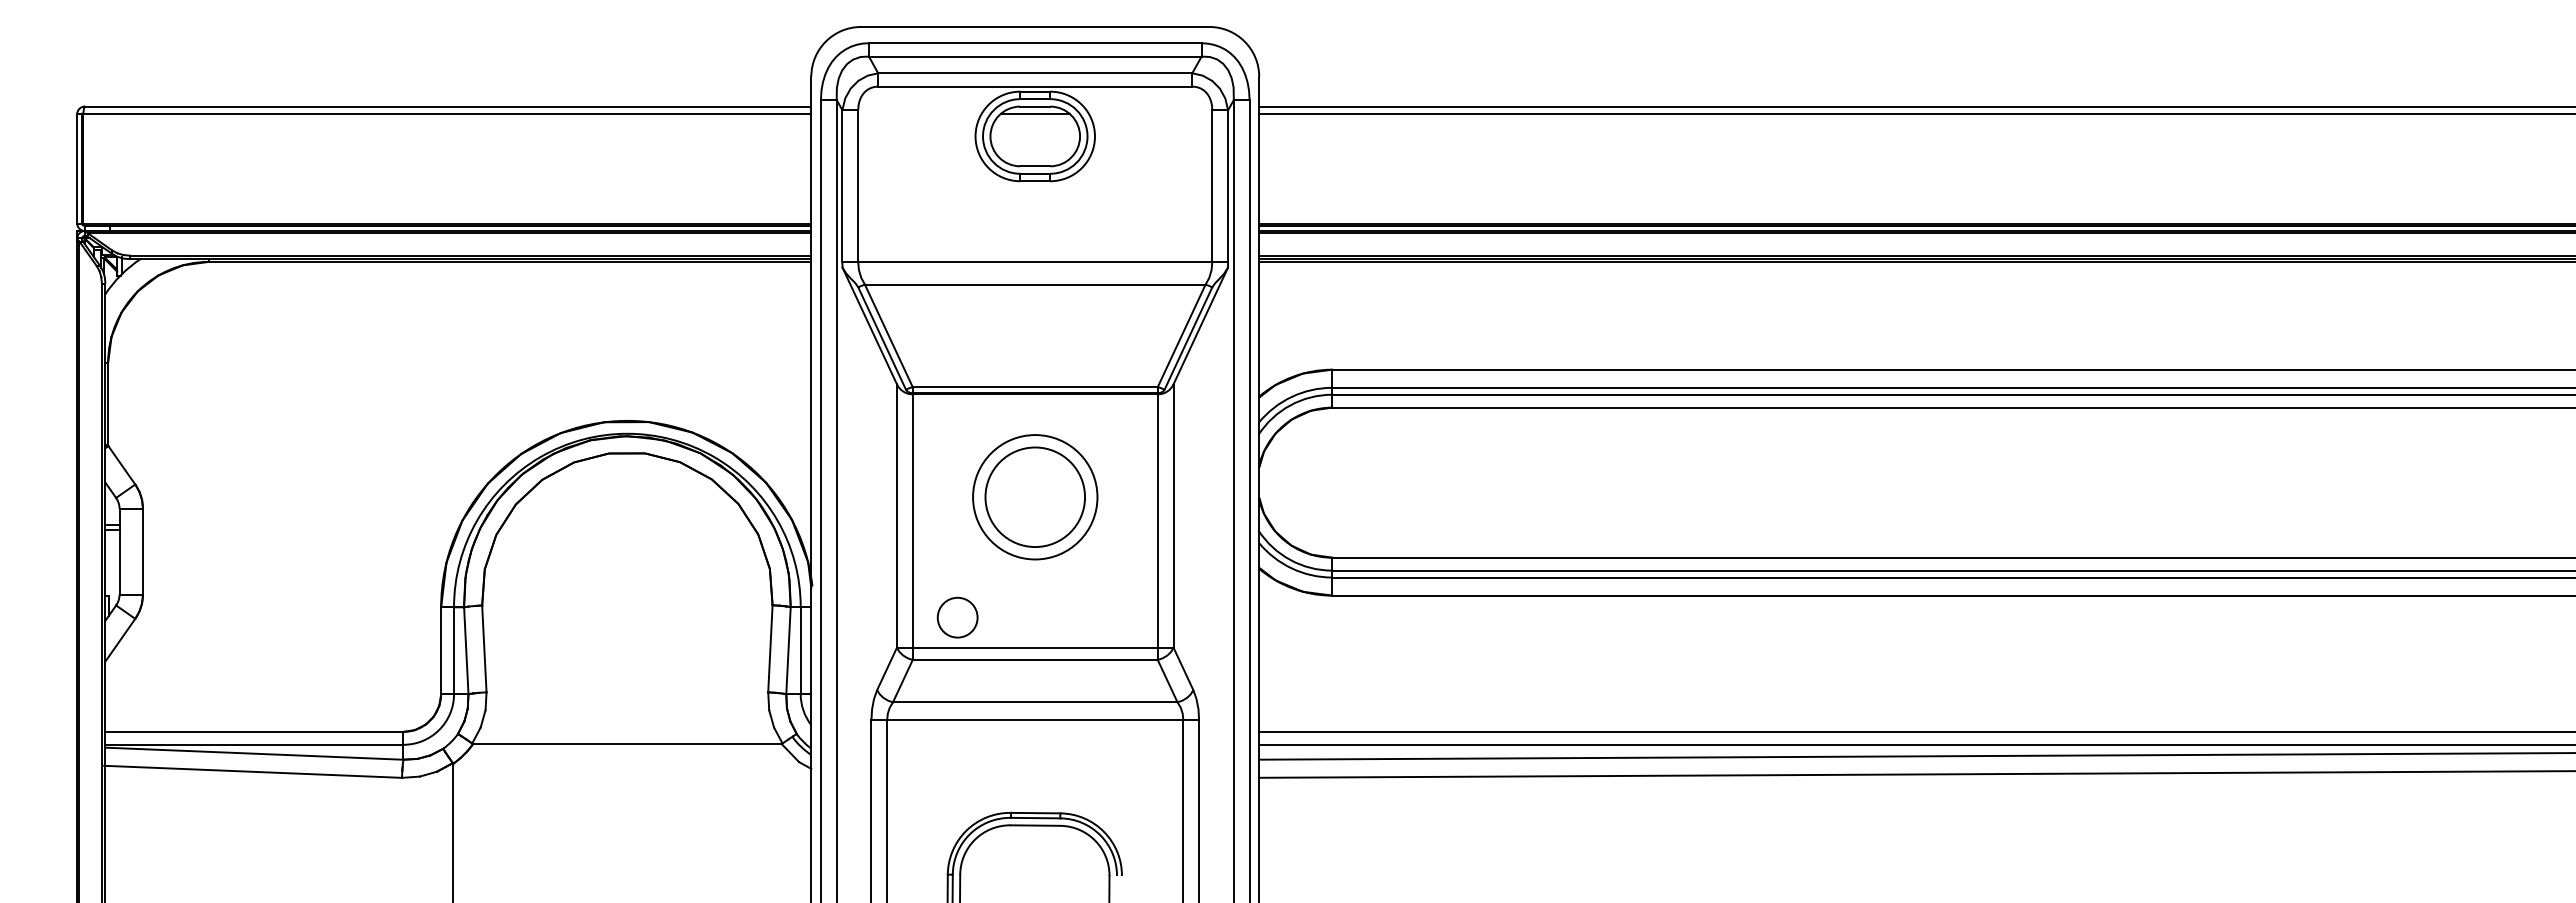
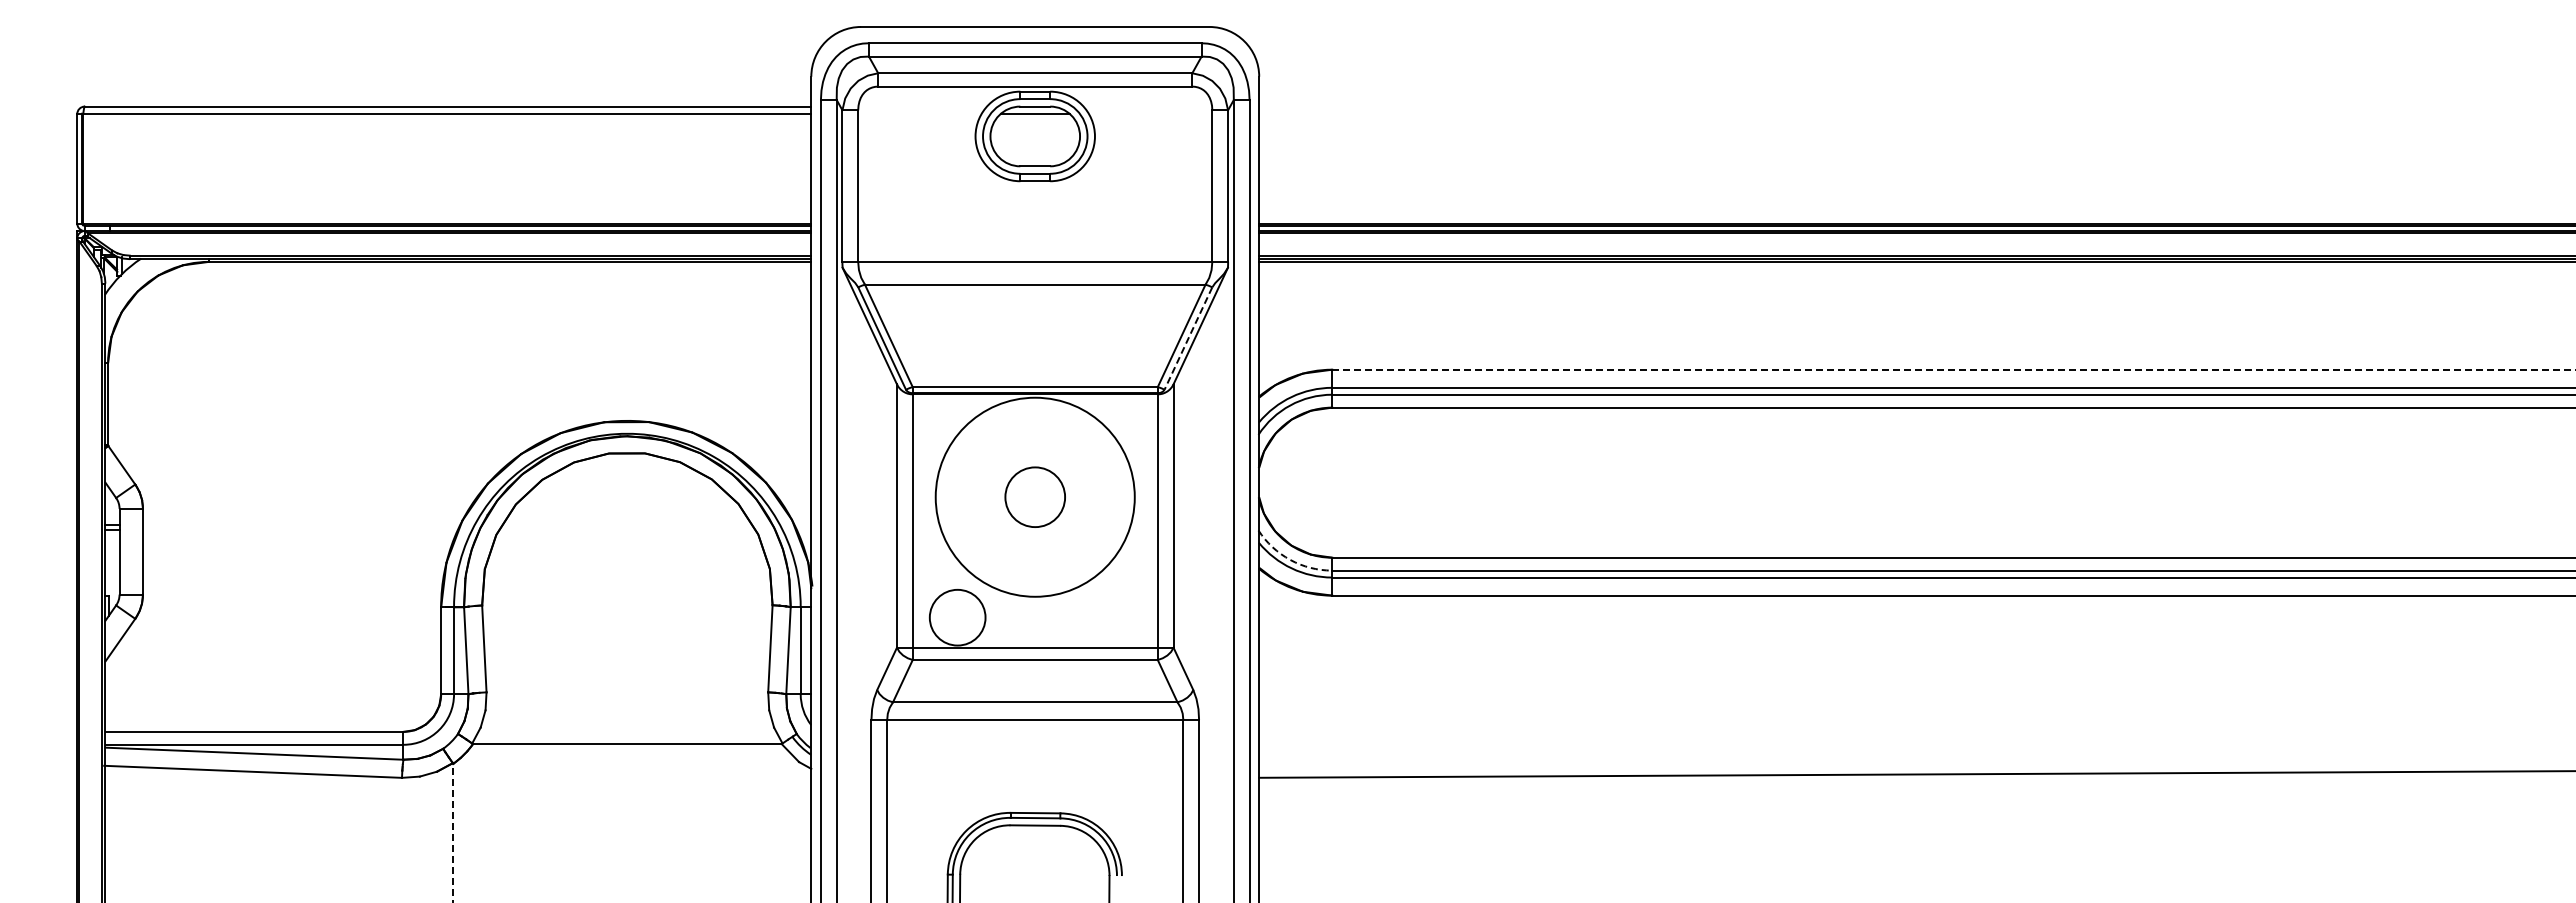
line at (1915, 106): present -> none
line at (1915, 114): present -> none
line at (1188, 339): solid -> dashed
line at (1954, 369): solid -> dashed
circle at (1035, 497) diameter: 100 px -> 60 px
circle at (1035, 497) diameter: 124 px -> 199 px
arc at (1290, 559): solid -> dashed
circle at (957, 617) diameter: 40 px -> 56 px
line at (1915, 731): present -> none
line at (1915, 744): present -> none
line at (1915, 756): present -> none
line at (453, 832): solid -> dashed
